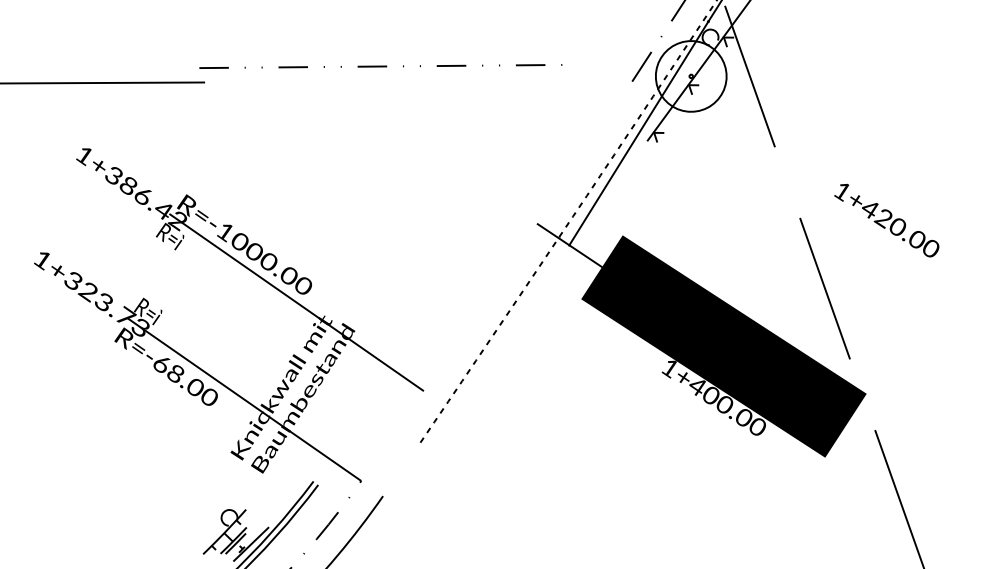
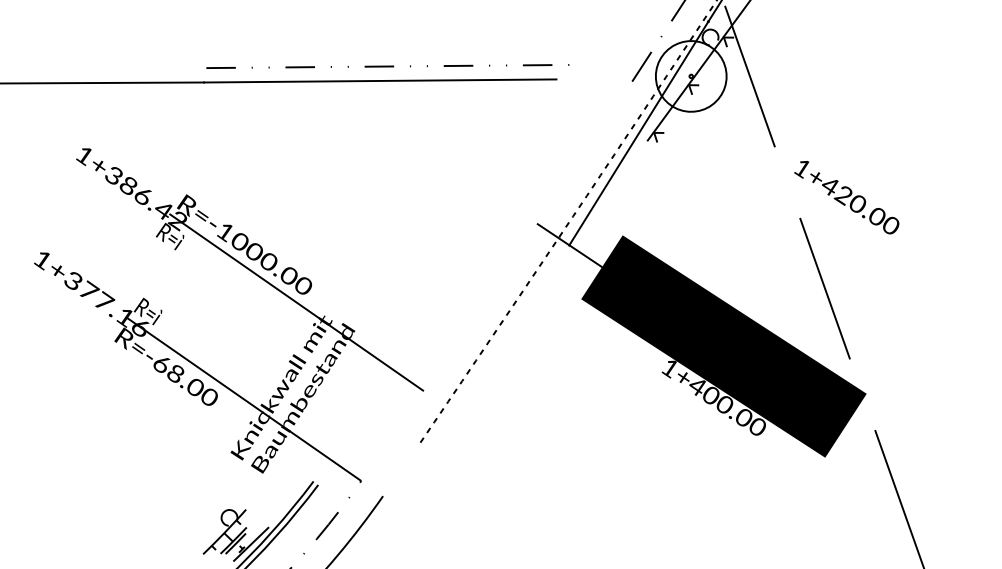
line at (380, 66) position: (380, 66) -> (387, 66)
line at (380, 80): none -> present
text at (886, 220) position: (886, 220) -> (846, 197)
text at (113, 308): 1+323.73 -> 1+377.16
